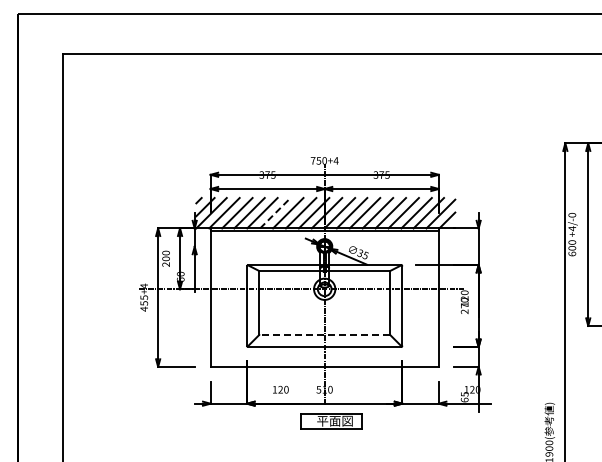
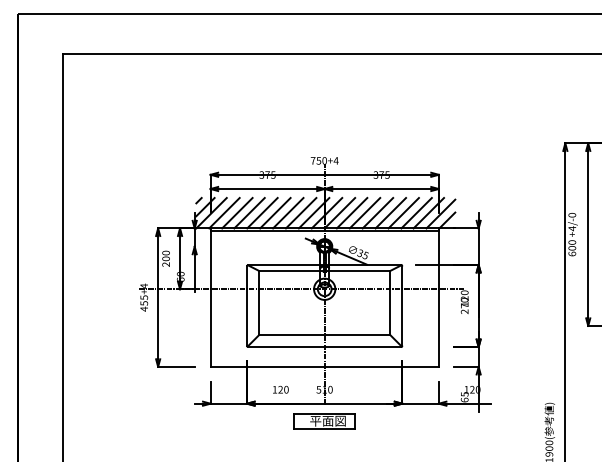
line at (275, 213): dashed -> solid
line at (324, 334): dashed -> solid
part at (331, 421) position: (331, 421) -> (324, 421)
